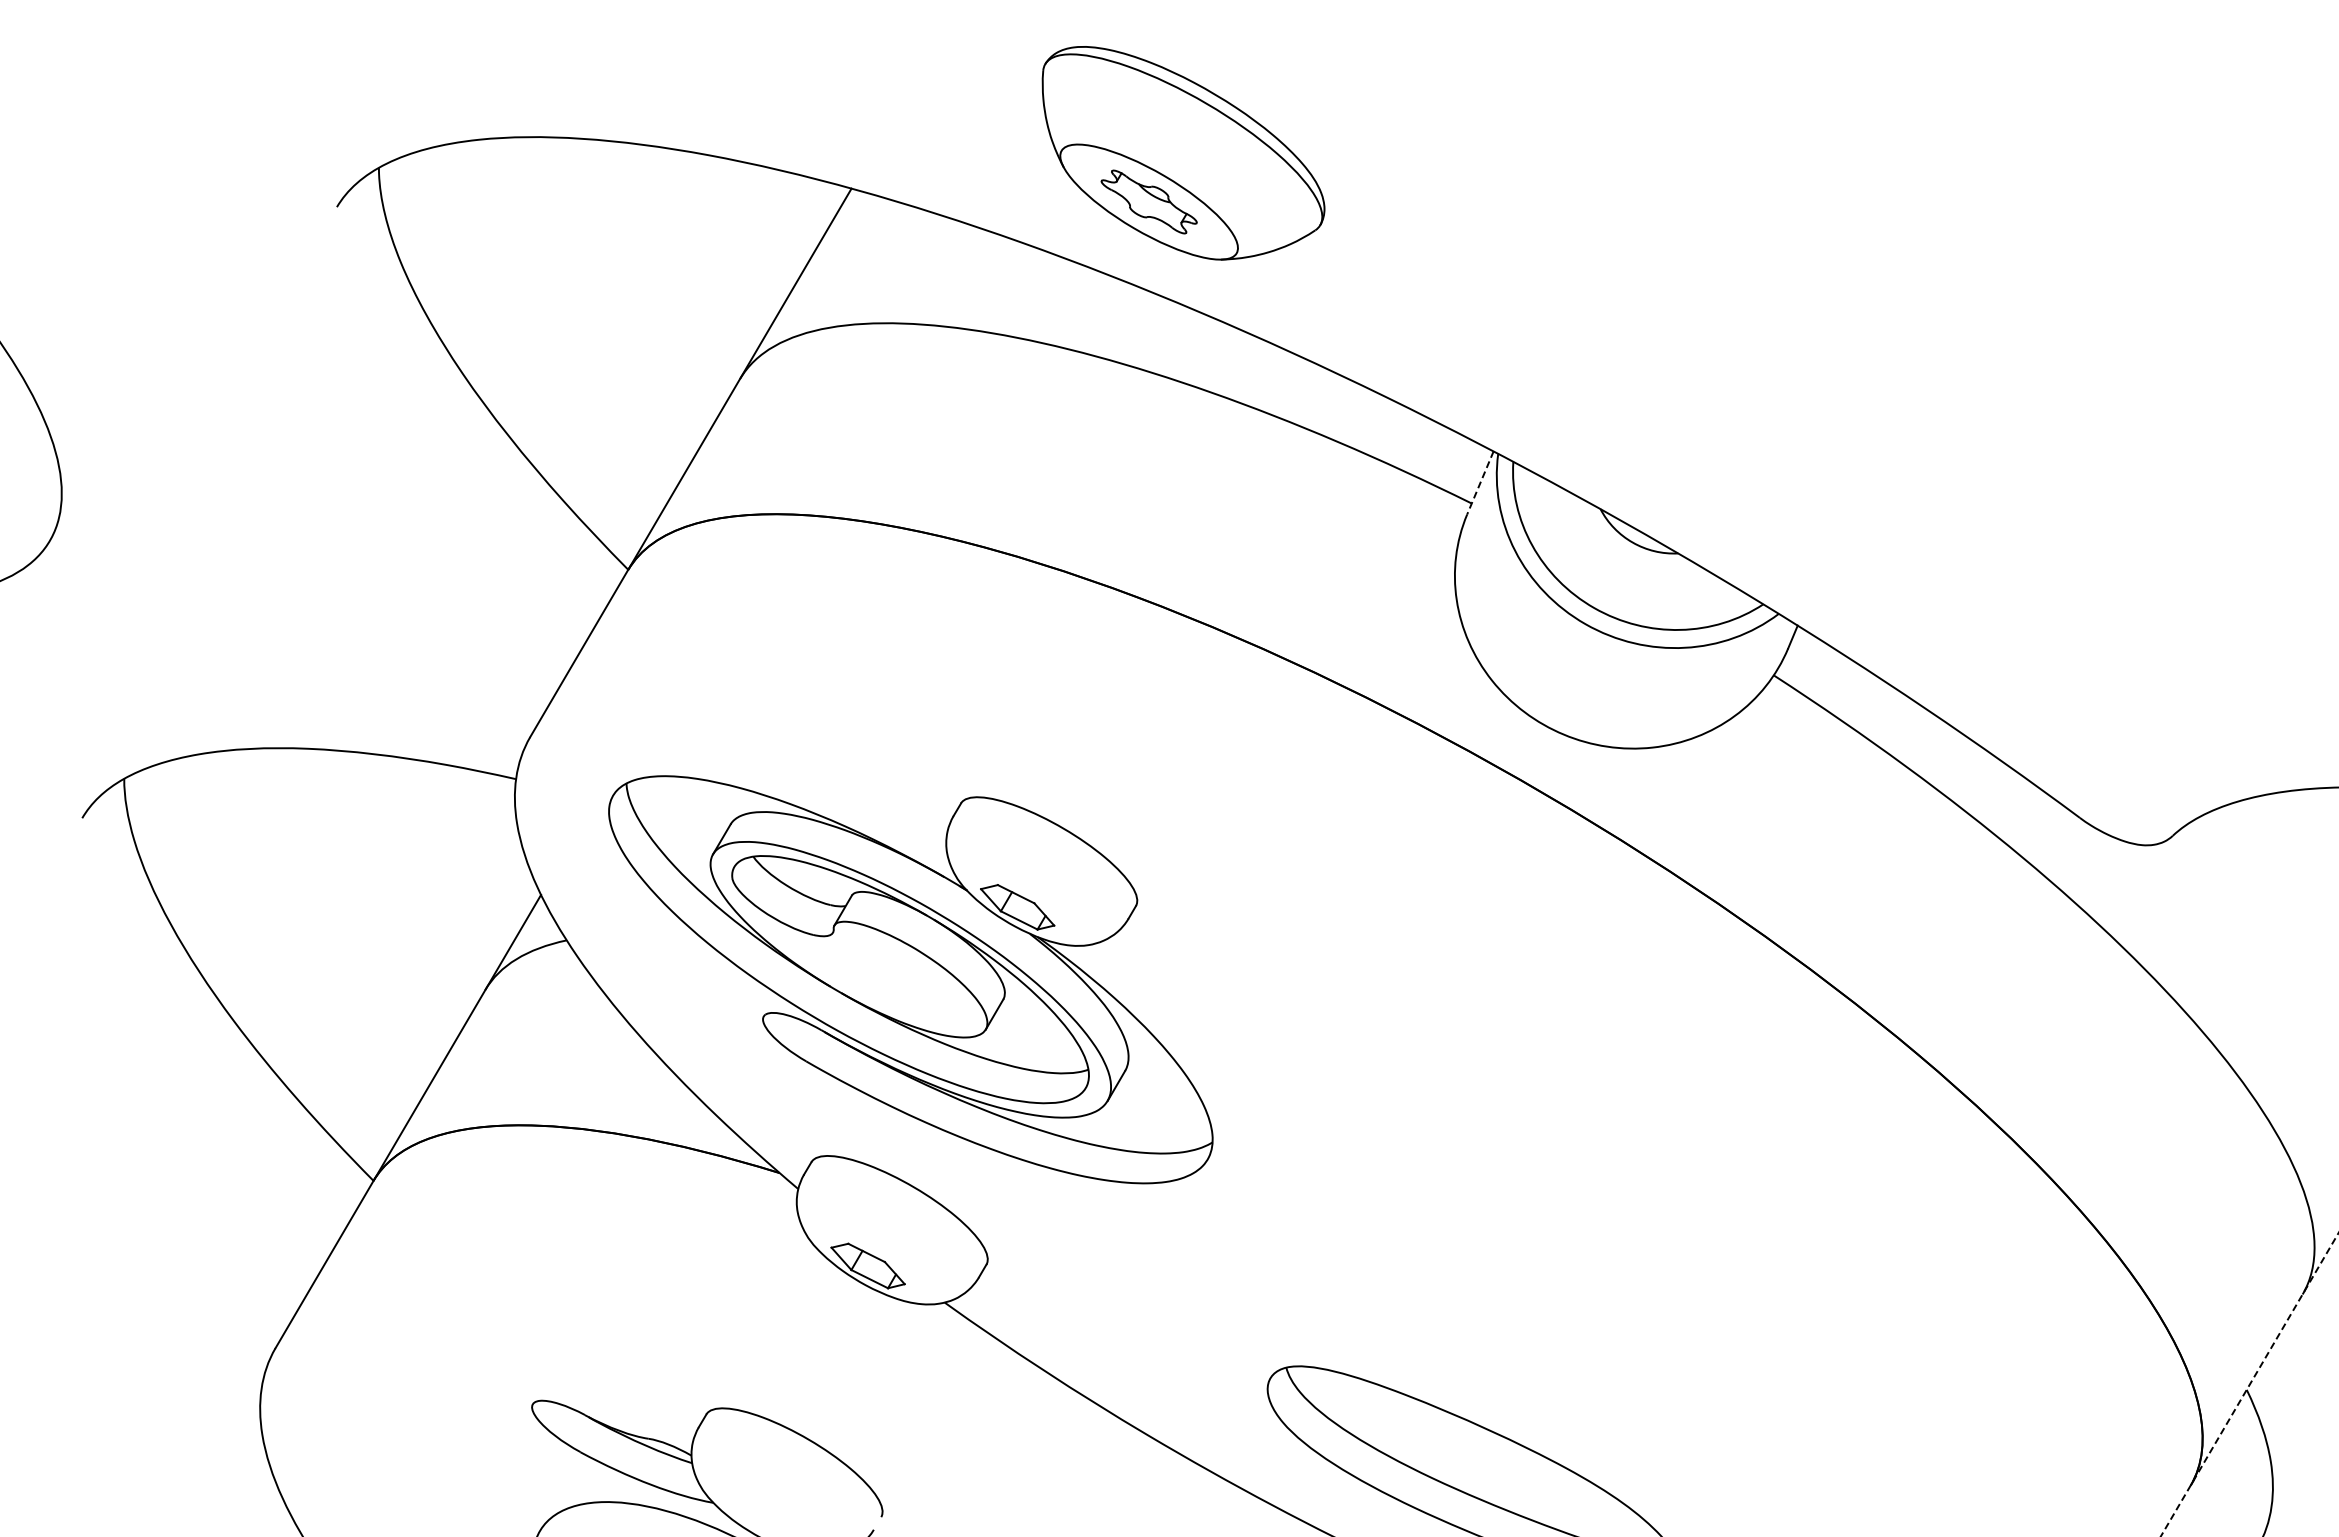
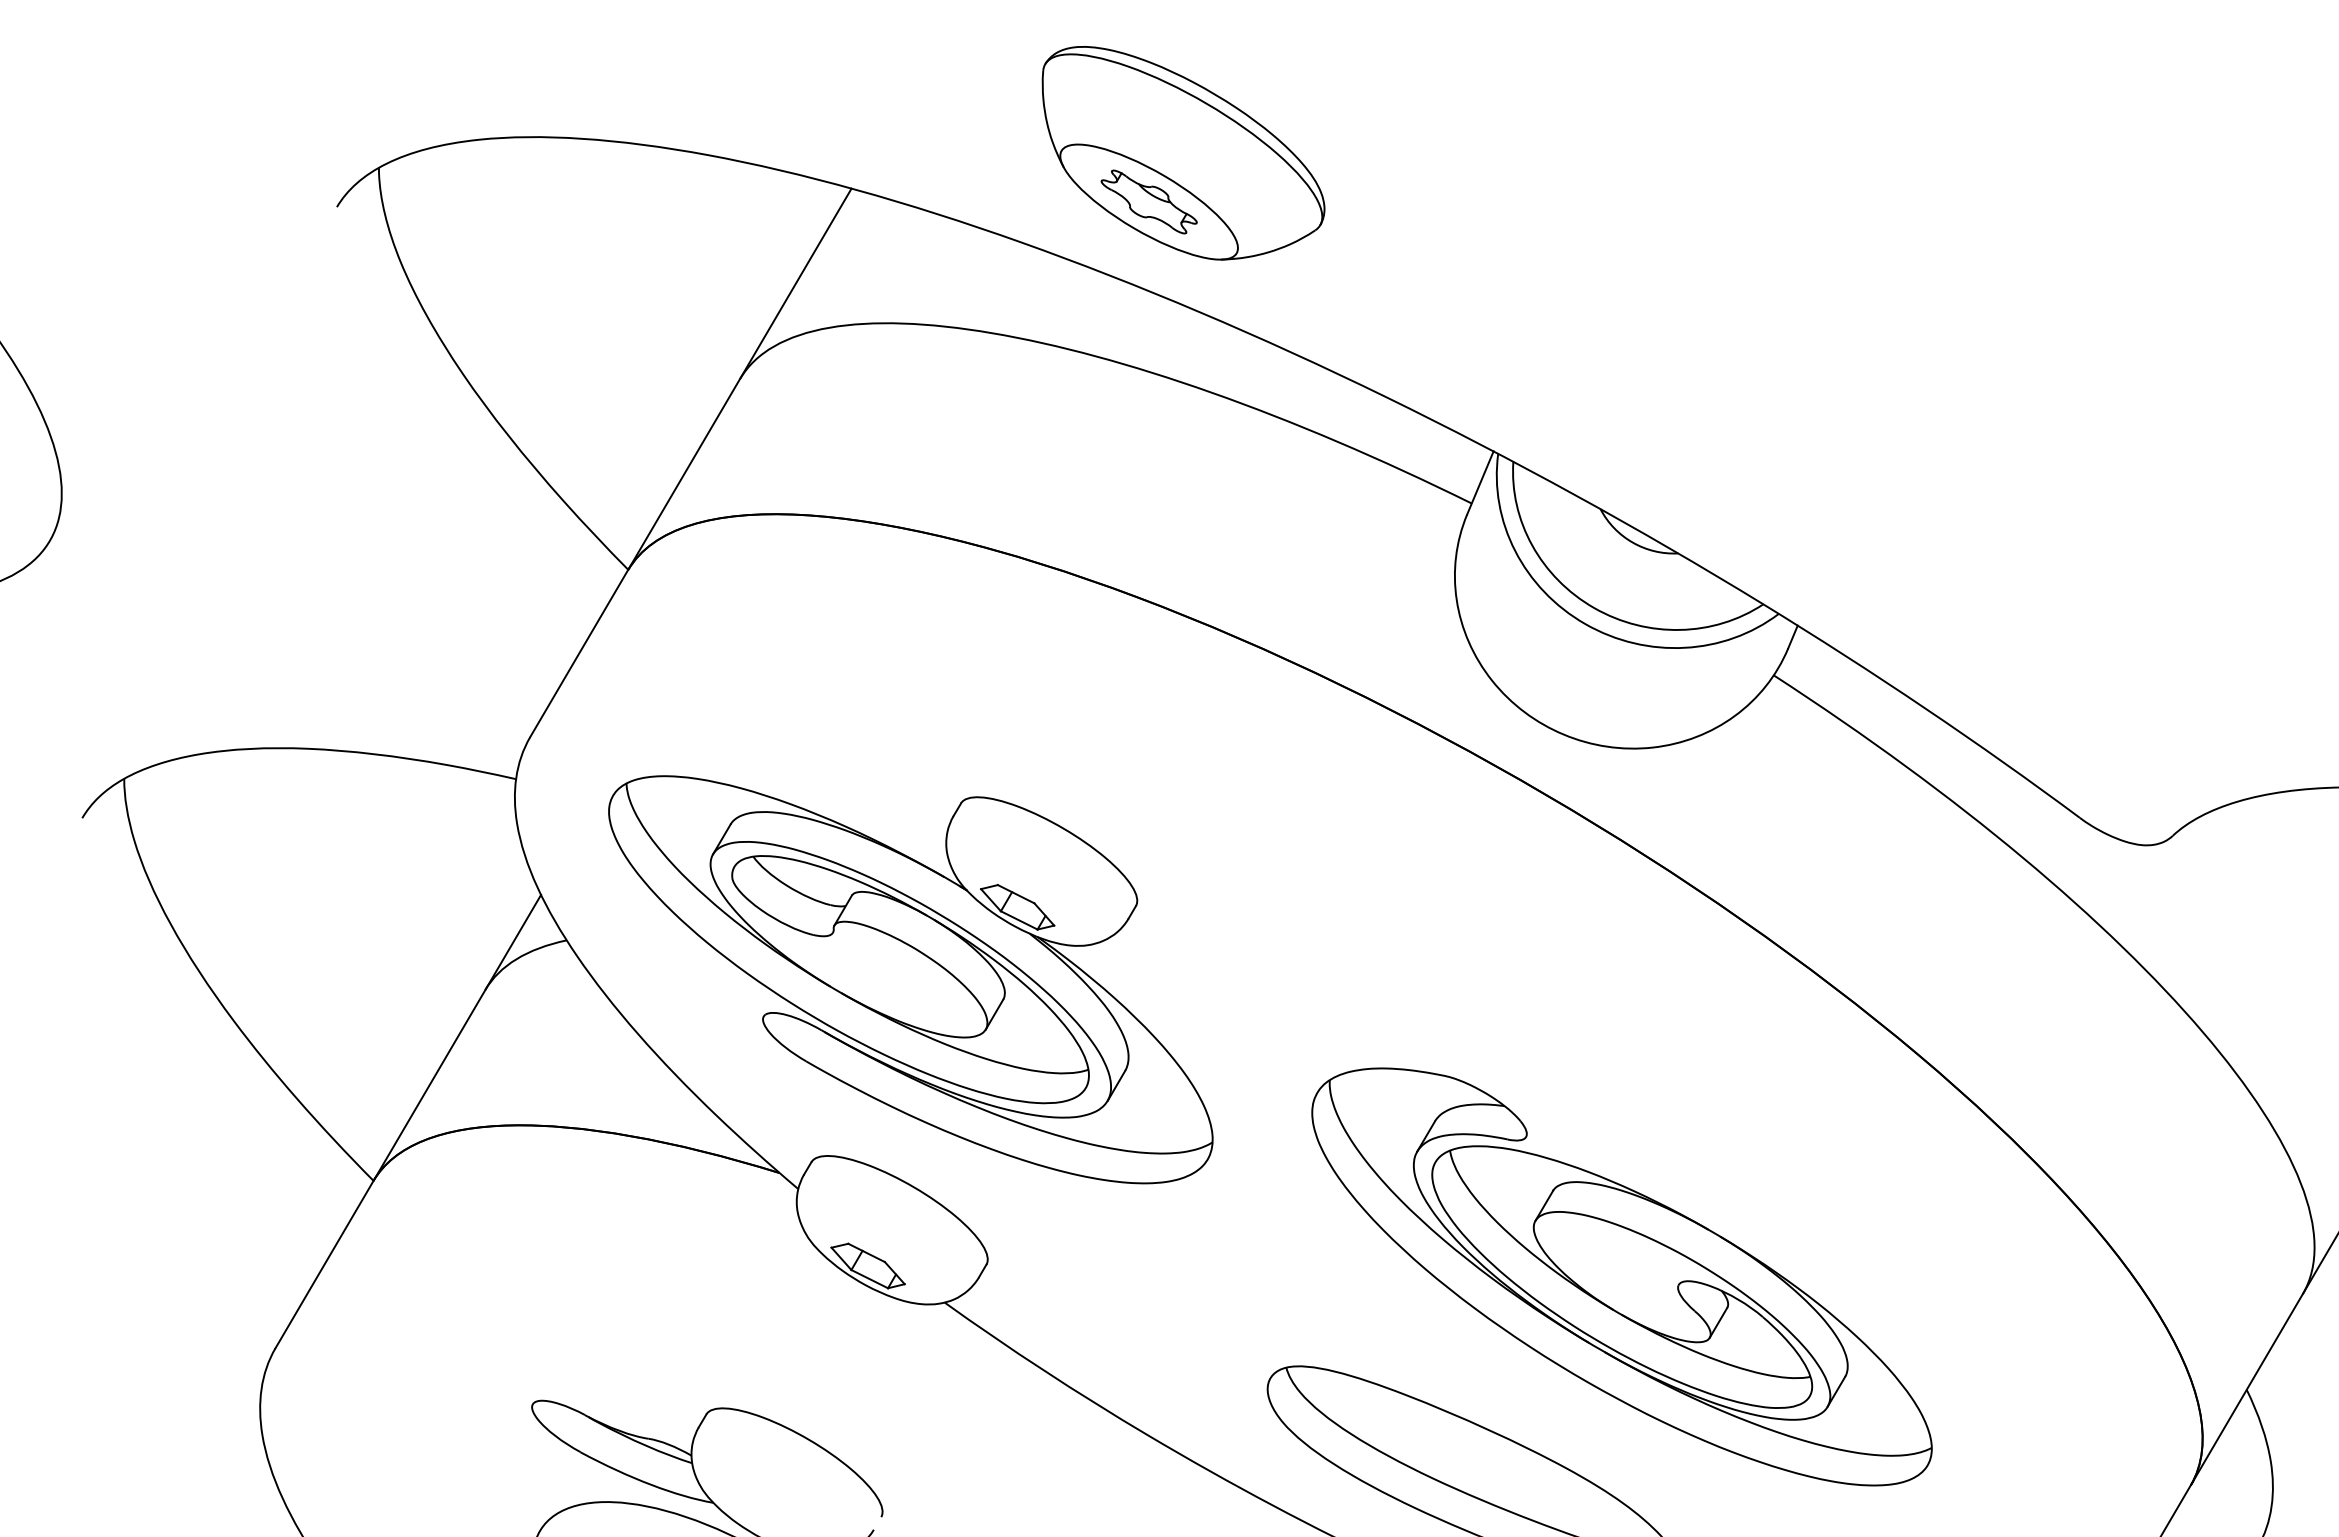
line at (1480, 483): dashed -> solid
part at (1605, 1303): none -> present
line at (2250, 1384): dashed -> solid
